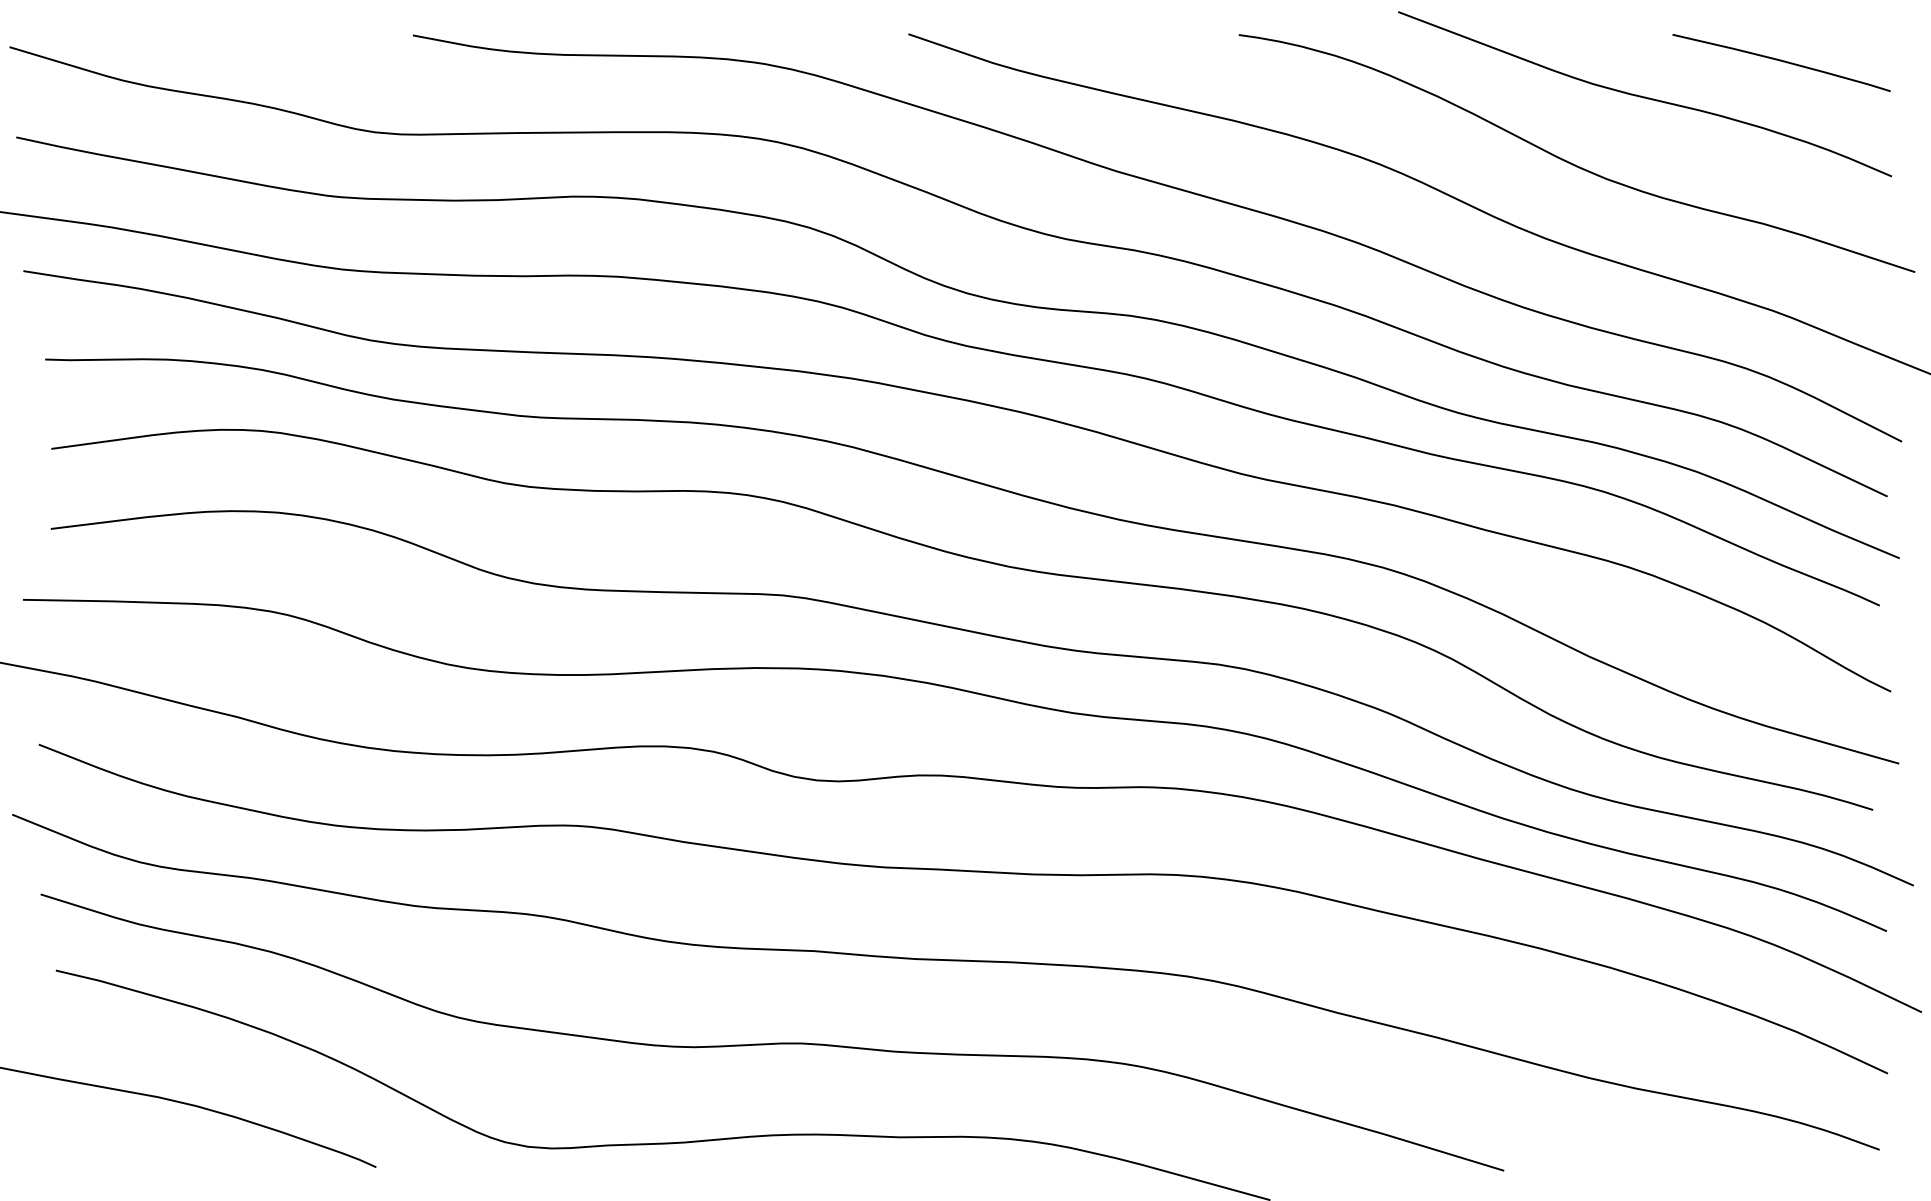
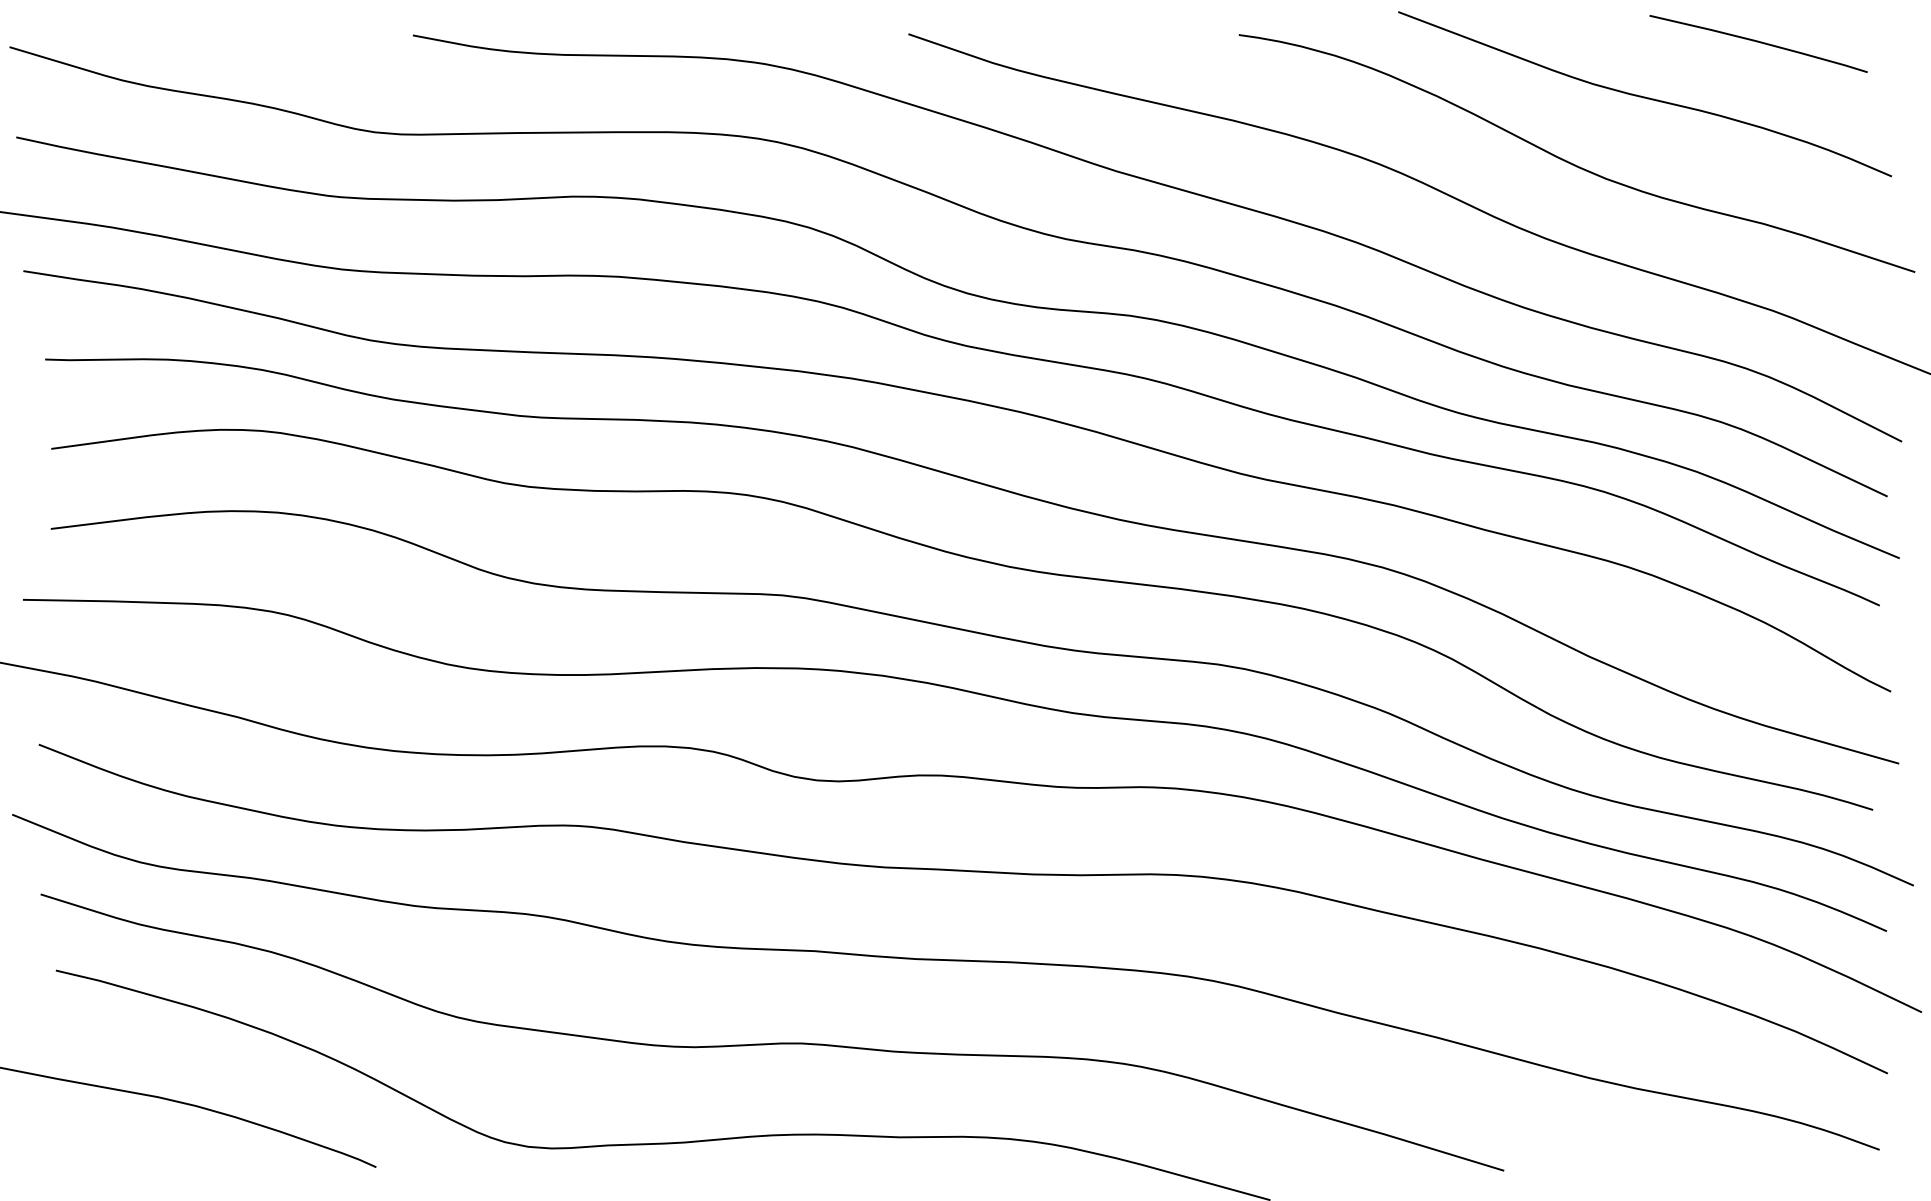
curve at (1781, 61) position: (1781, 61) -> (1758, 42)
